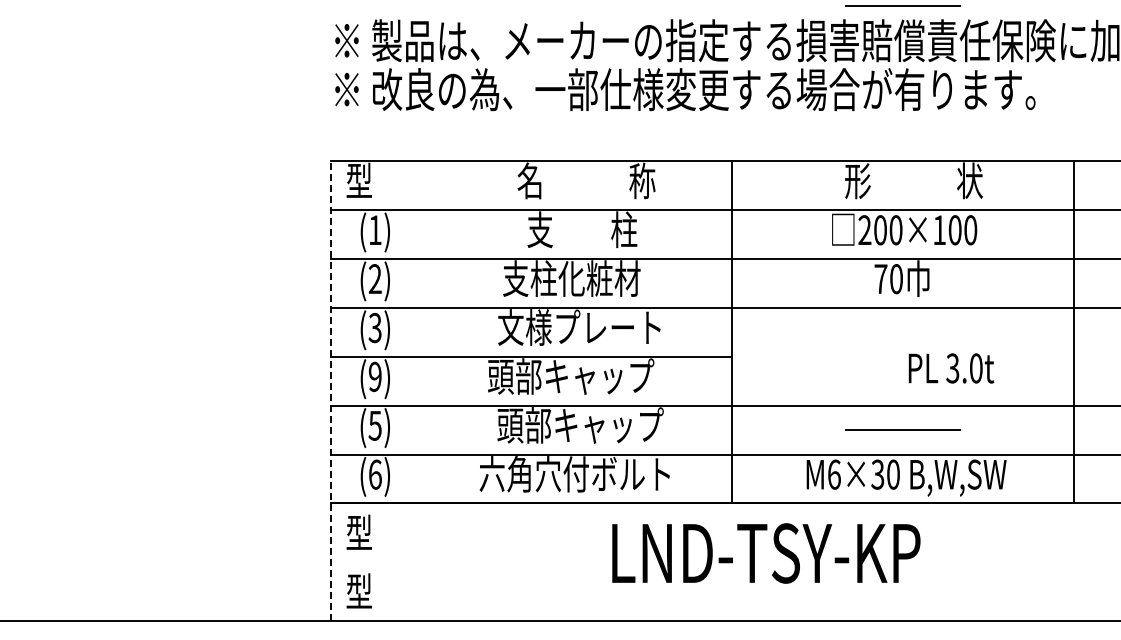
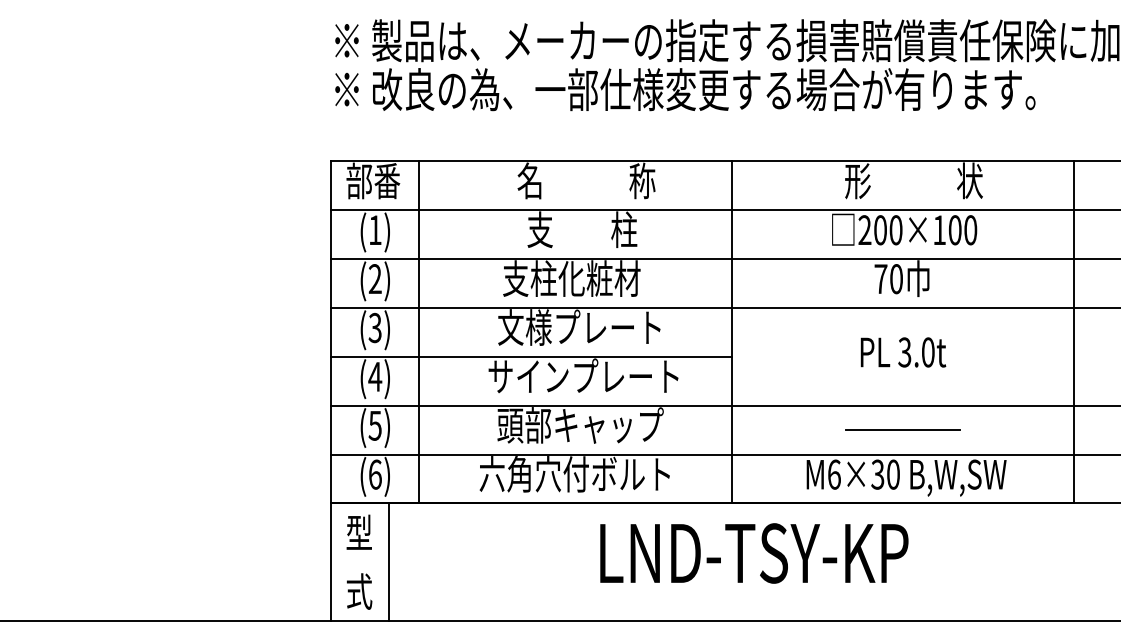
line at (902, 5): present -> none
text at (373, 180): 型 -> 部番
line at (418, 332): none -> present
text at (951, 368) position: (951, 368) -> (903, 352)
text at (375, 376): (9) -> (4)
text at (583, 376): 頭部キャップ -> サインプレート
line at (330, 390): dashed -> solid
text at (766, 553) position: (766, 553) -> (754, 553)
line at (389, 561): none -> present
text at (359, 591): 型 -> 式
